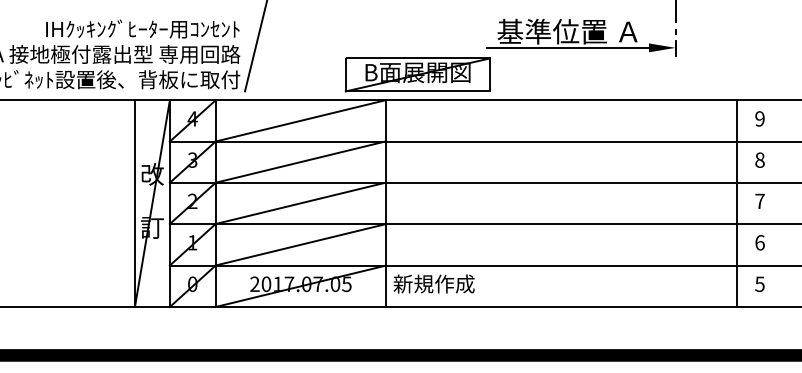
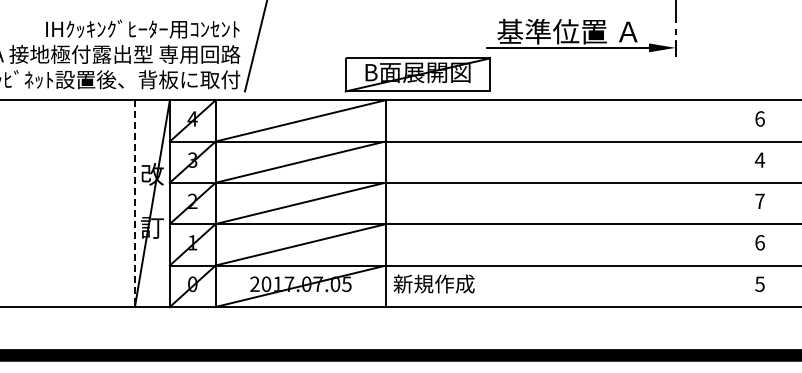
text at (759, 118): 9 -> 6
text at (759, 159): 8 -> 4
line at (737, 203): present -> none
line at (134, 204): solid -> dashed
